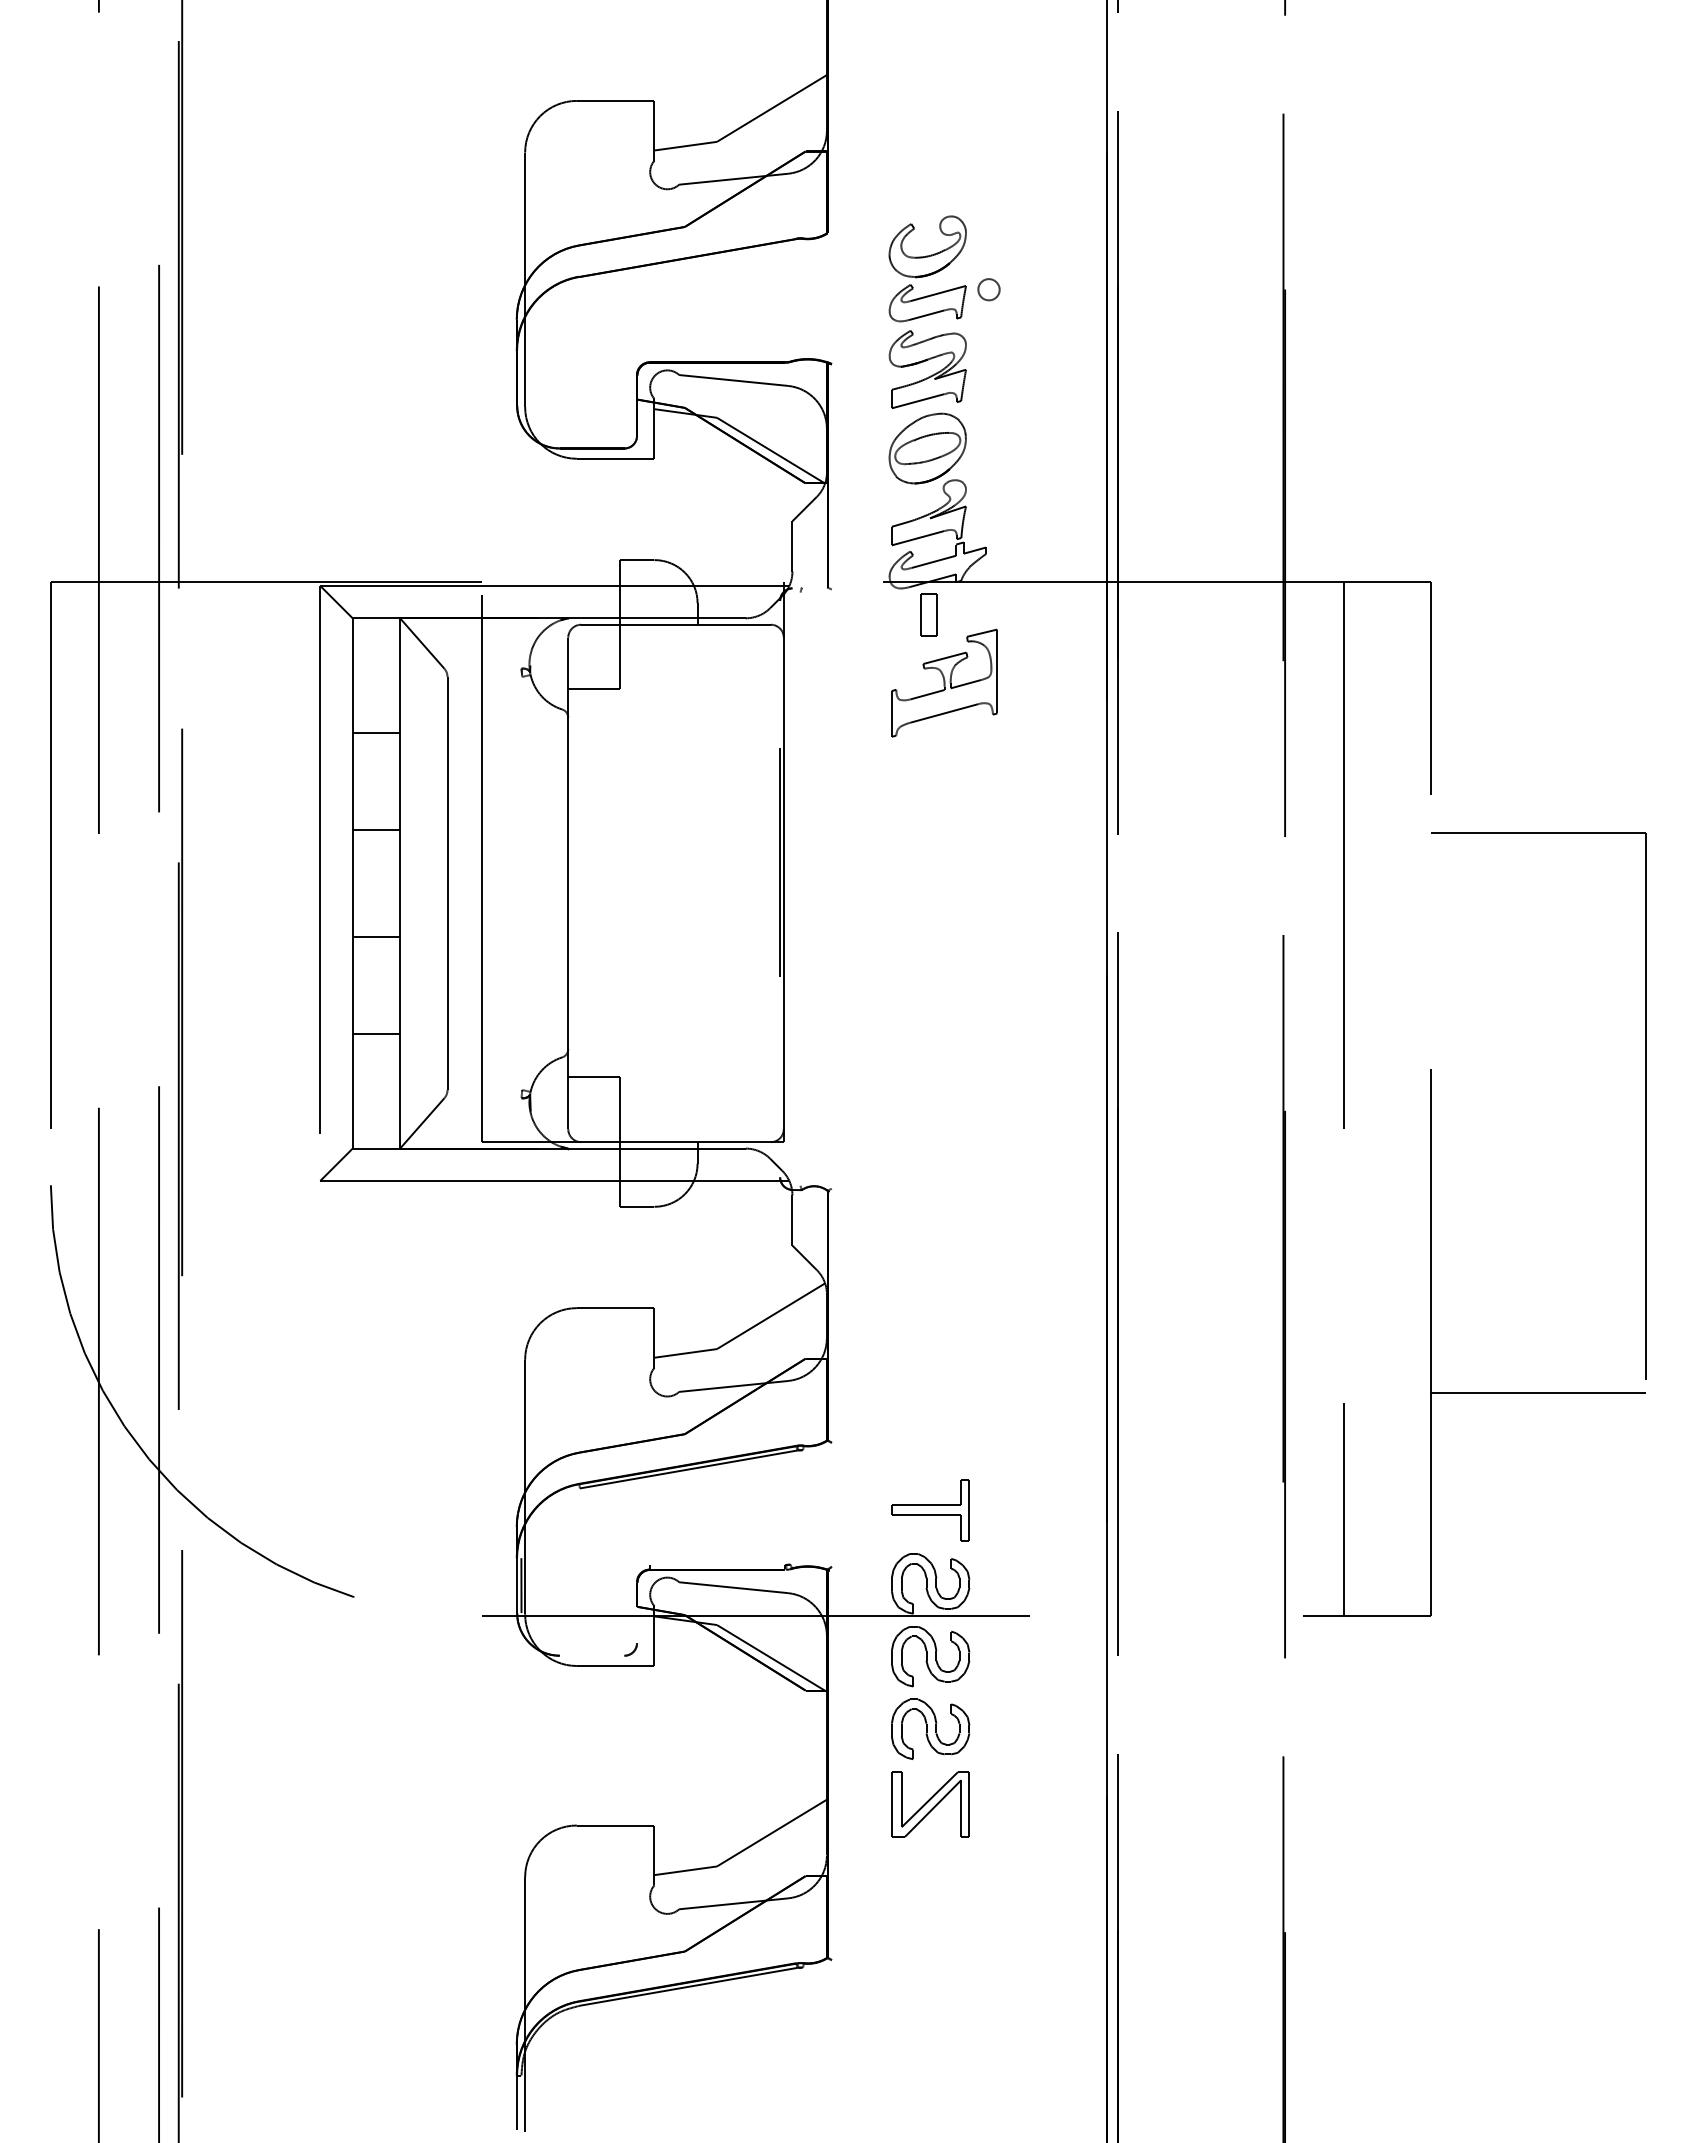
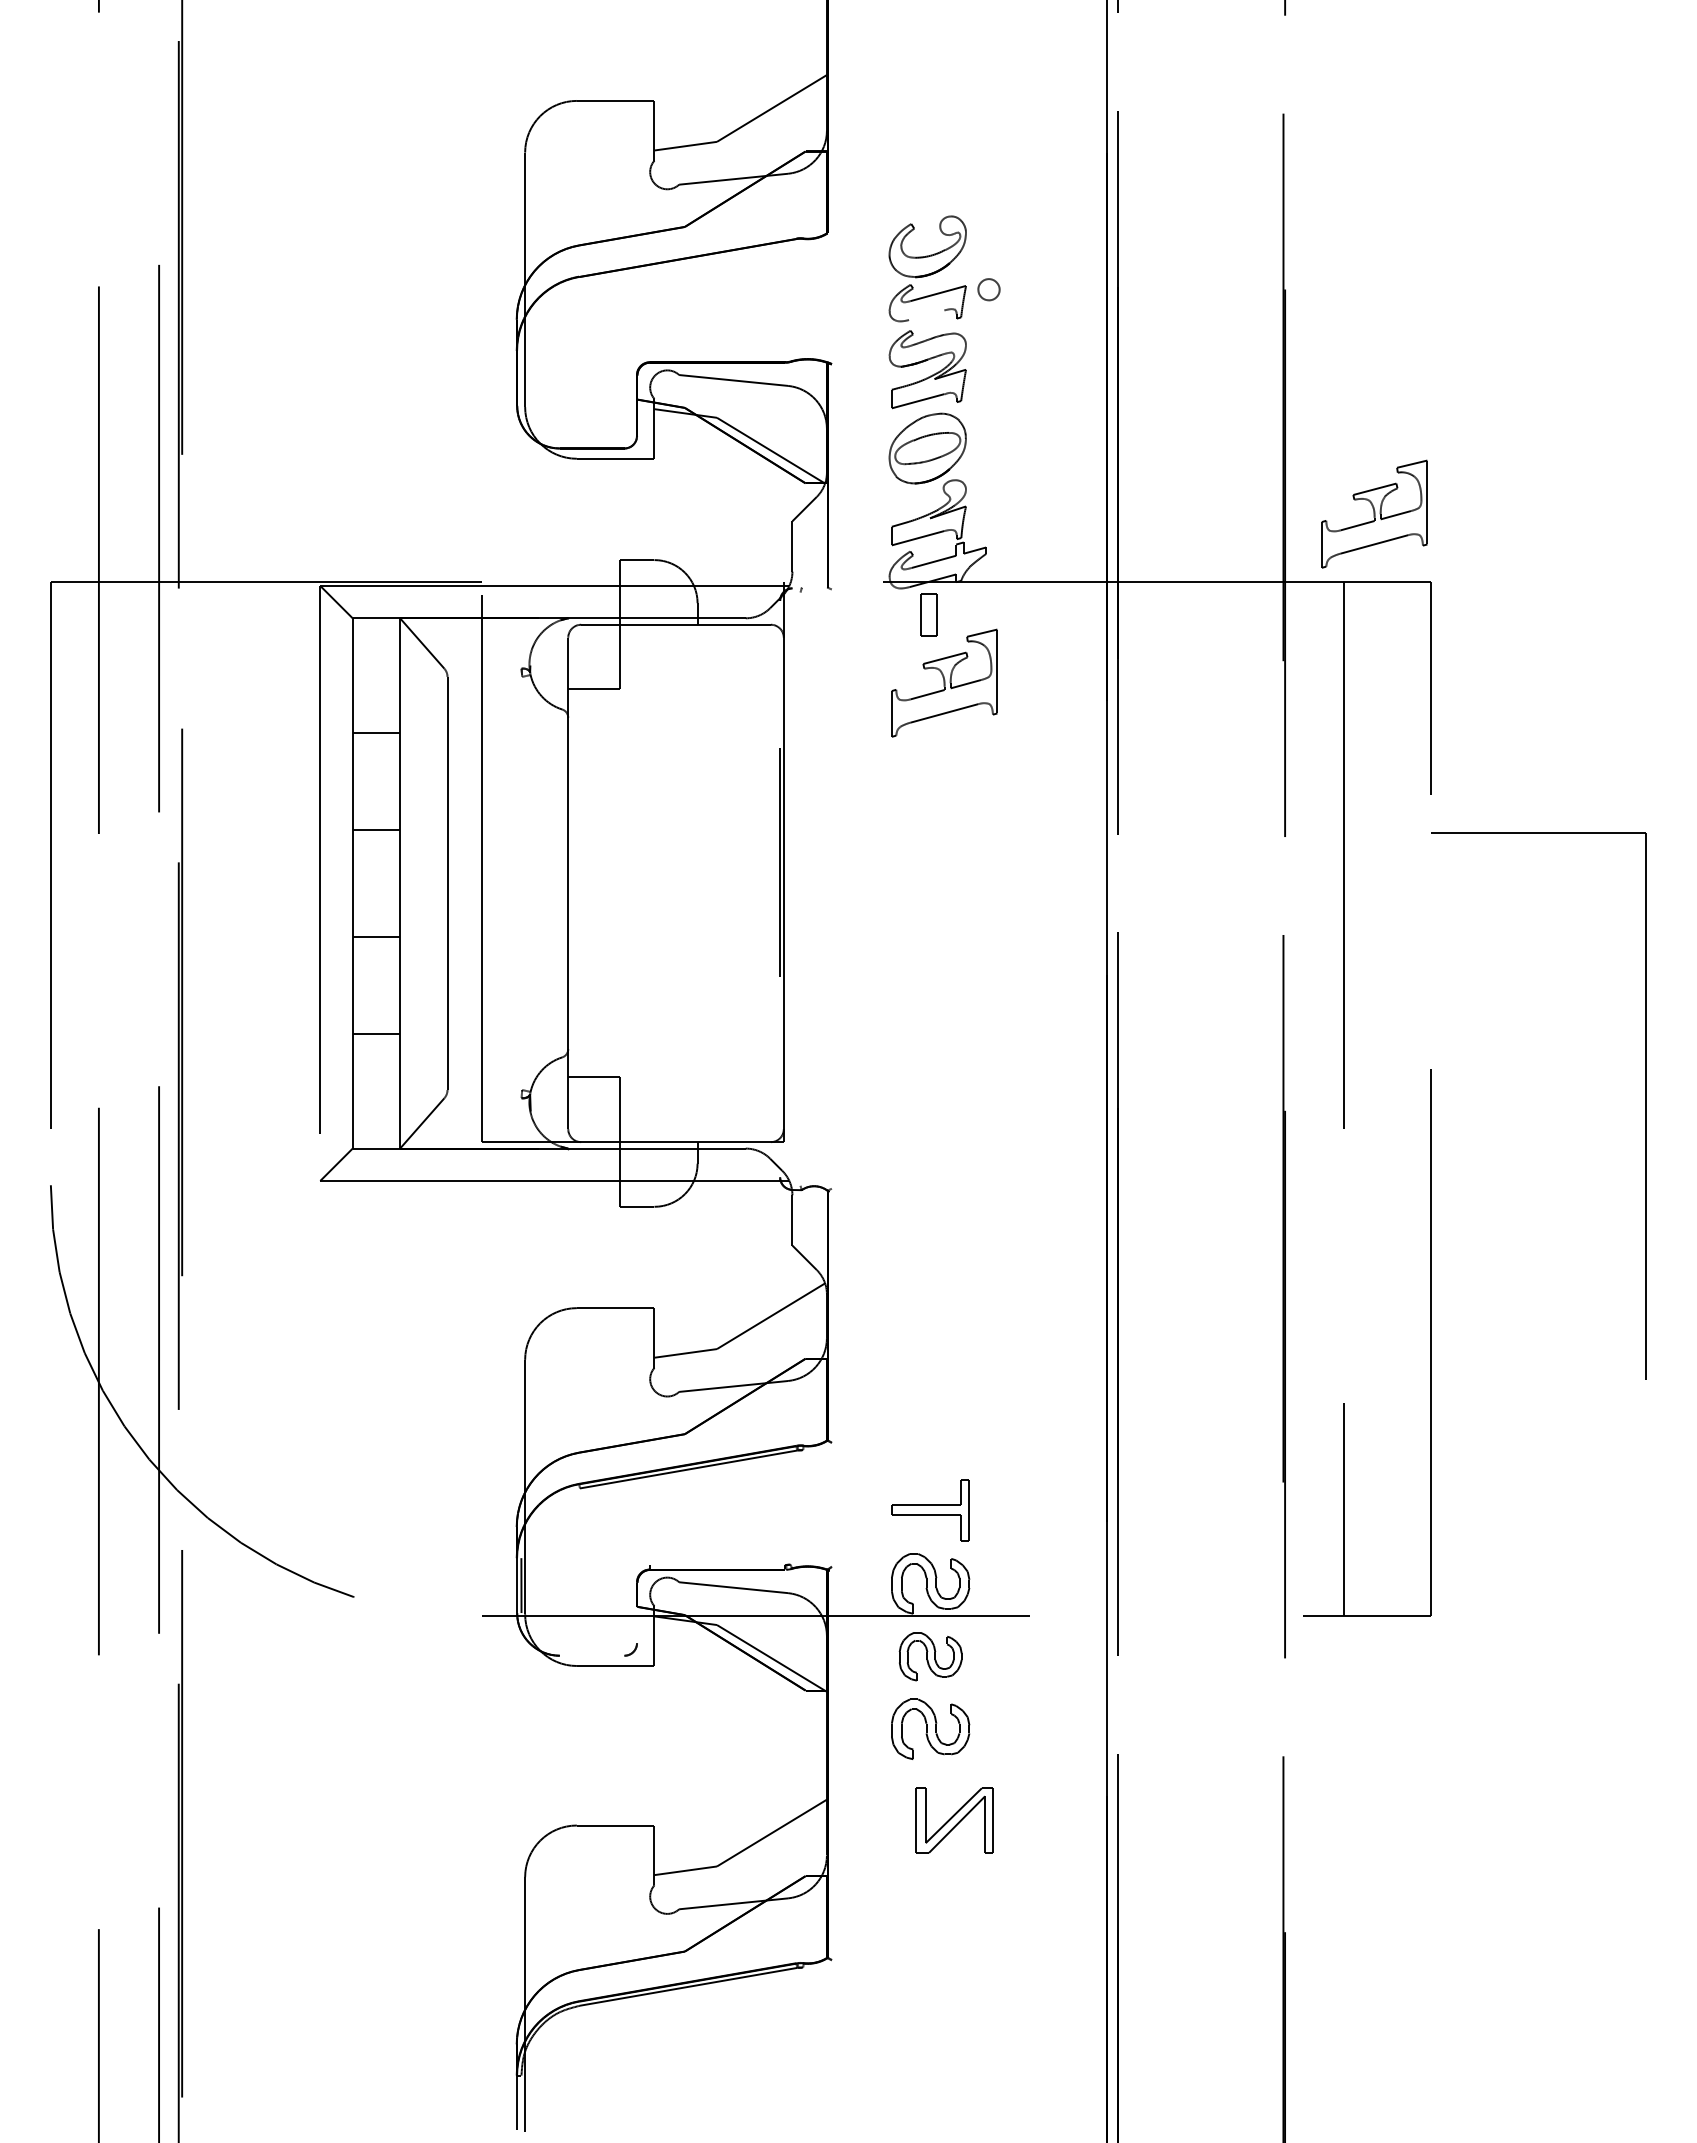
line at (926, 315): present -> none
part at (1374, 513): none -> present
line at (1538, 1393): present -> none
part at (930, 1656) size: 80x62 px -> 65x50 px
part at (930, 1804) position: (930, 1804) -> (954, 1820)
